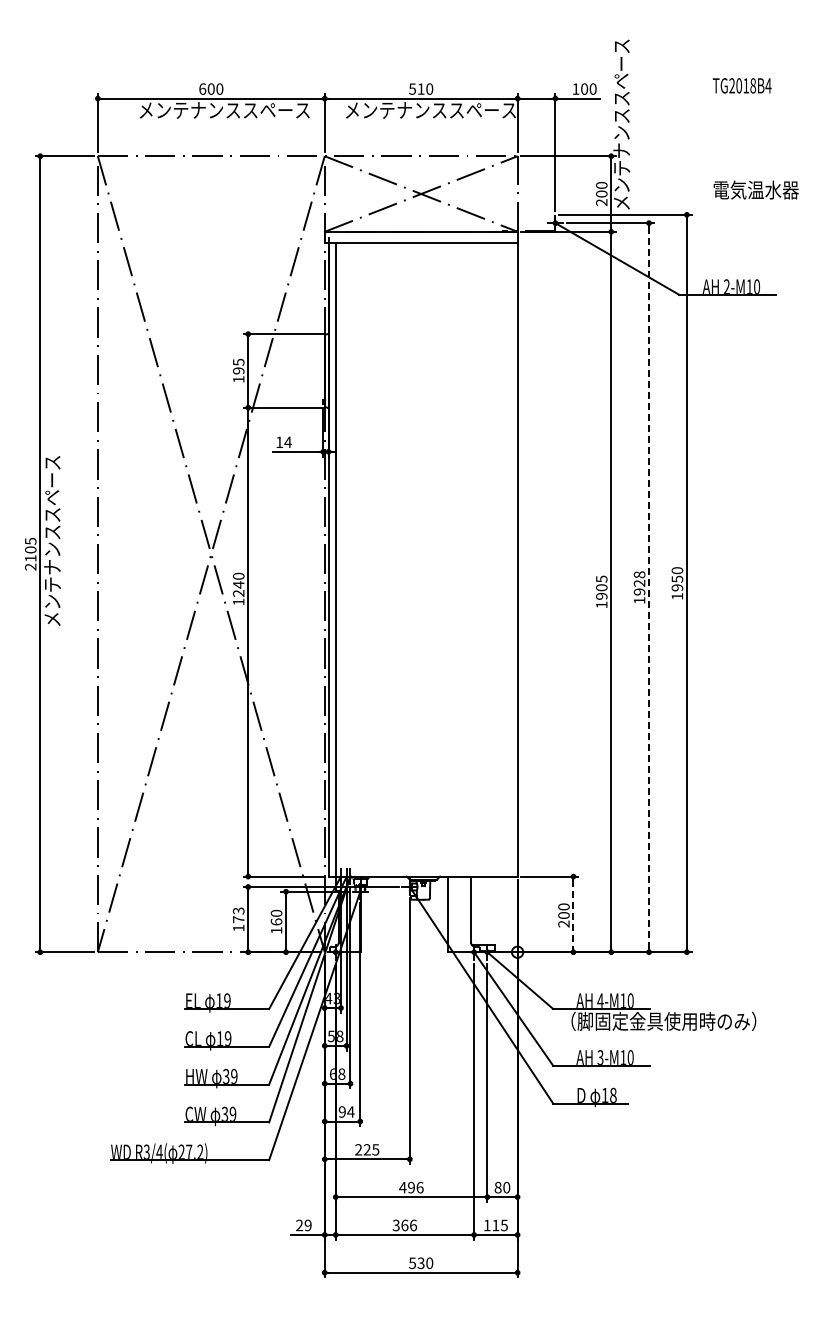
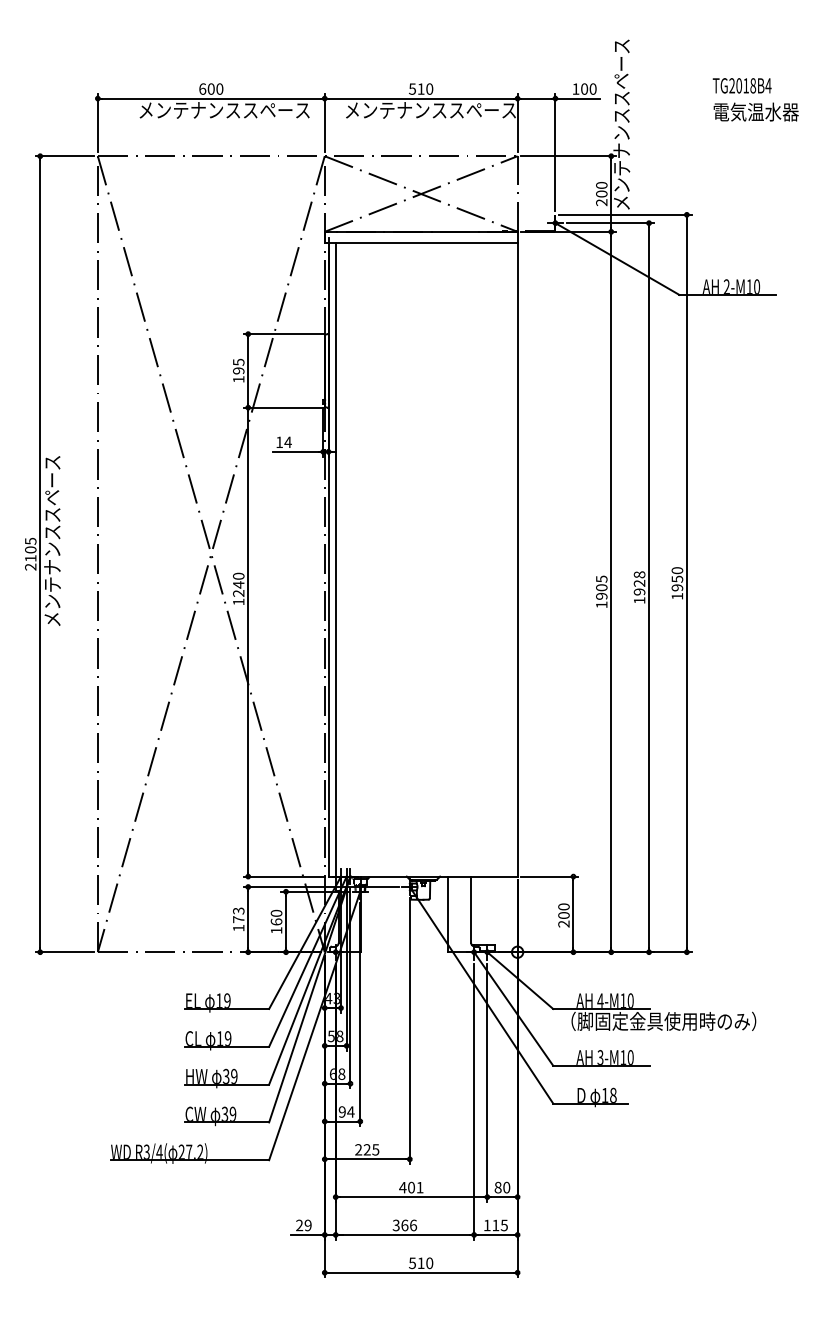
text at (755, 189) position: (755, 189) -> (755, 111)
line at (649, 587): dashed -> solid
line at (573, 914): dashed -> solid
text at (415, 1187): 496 -> 401
text at (420, 1263): 530 -> 510
